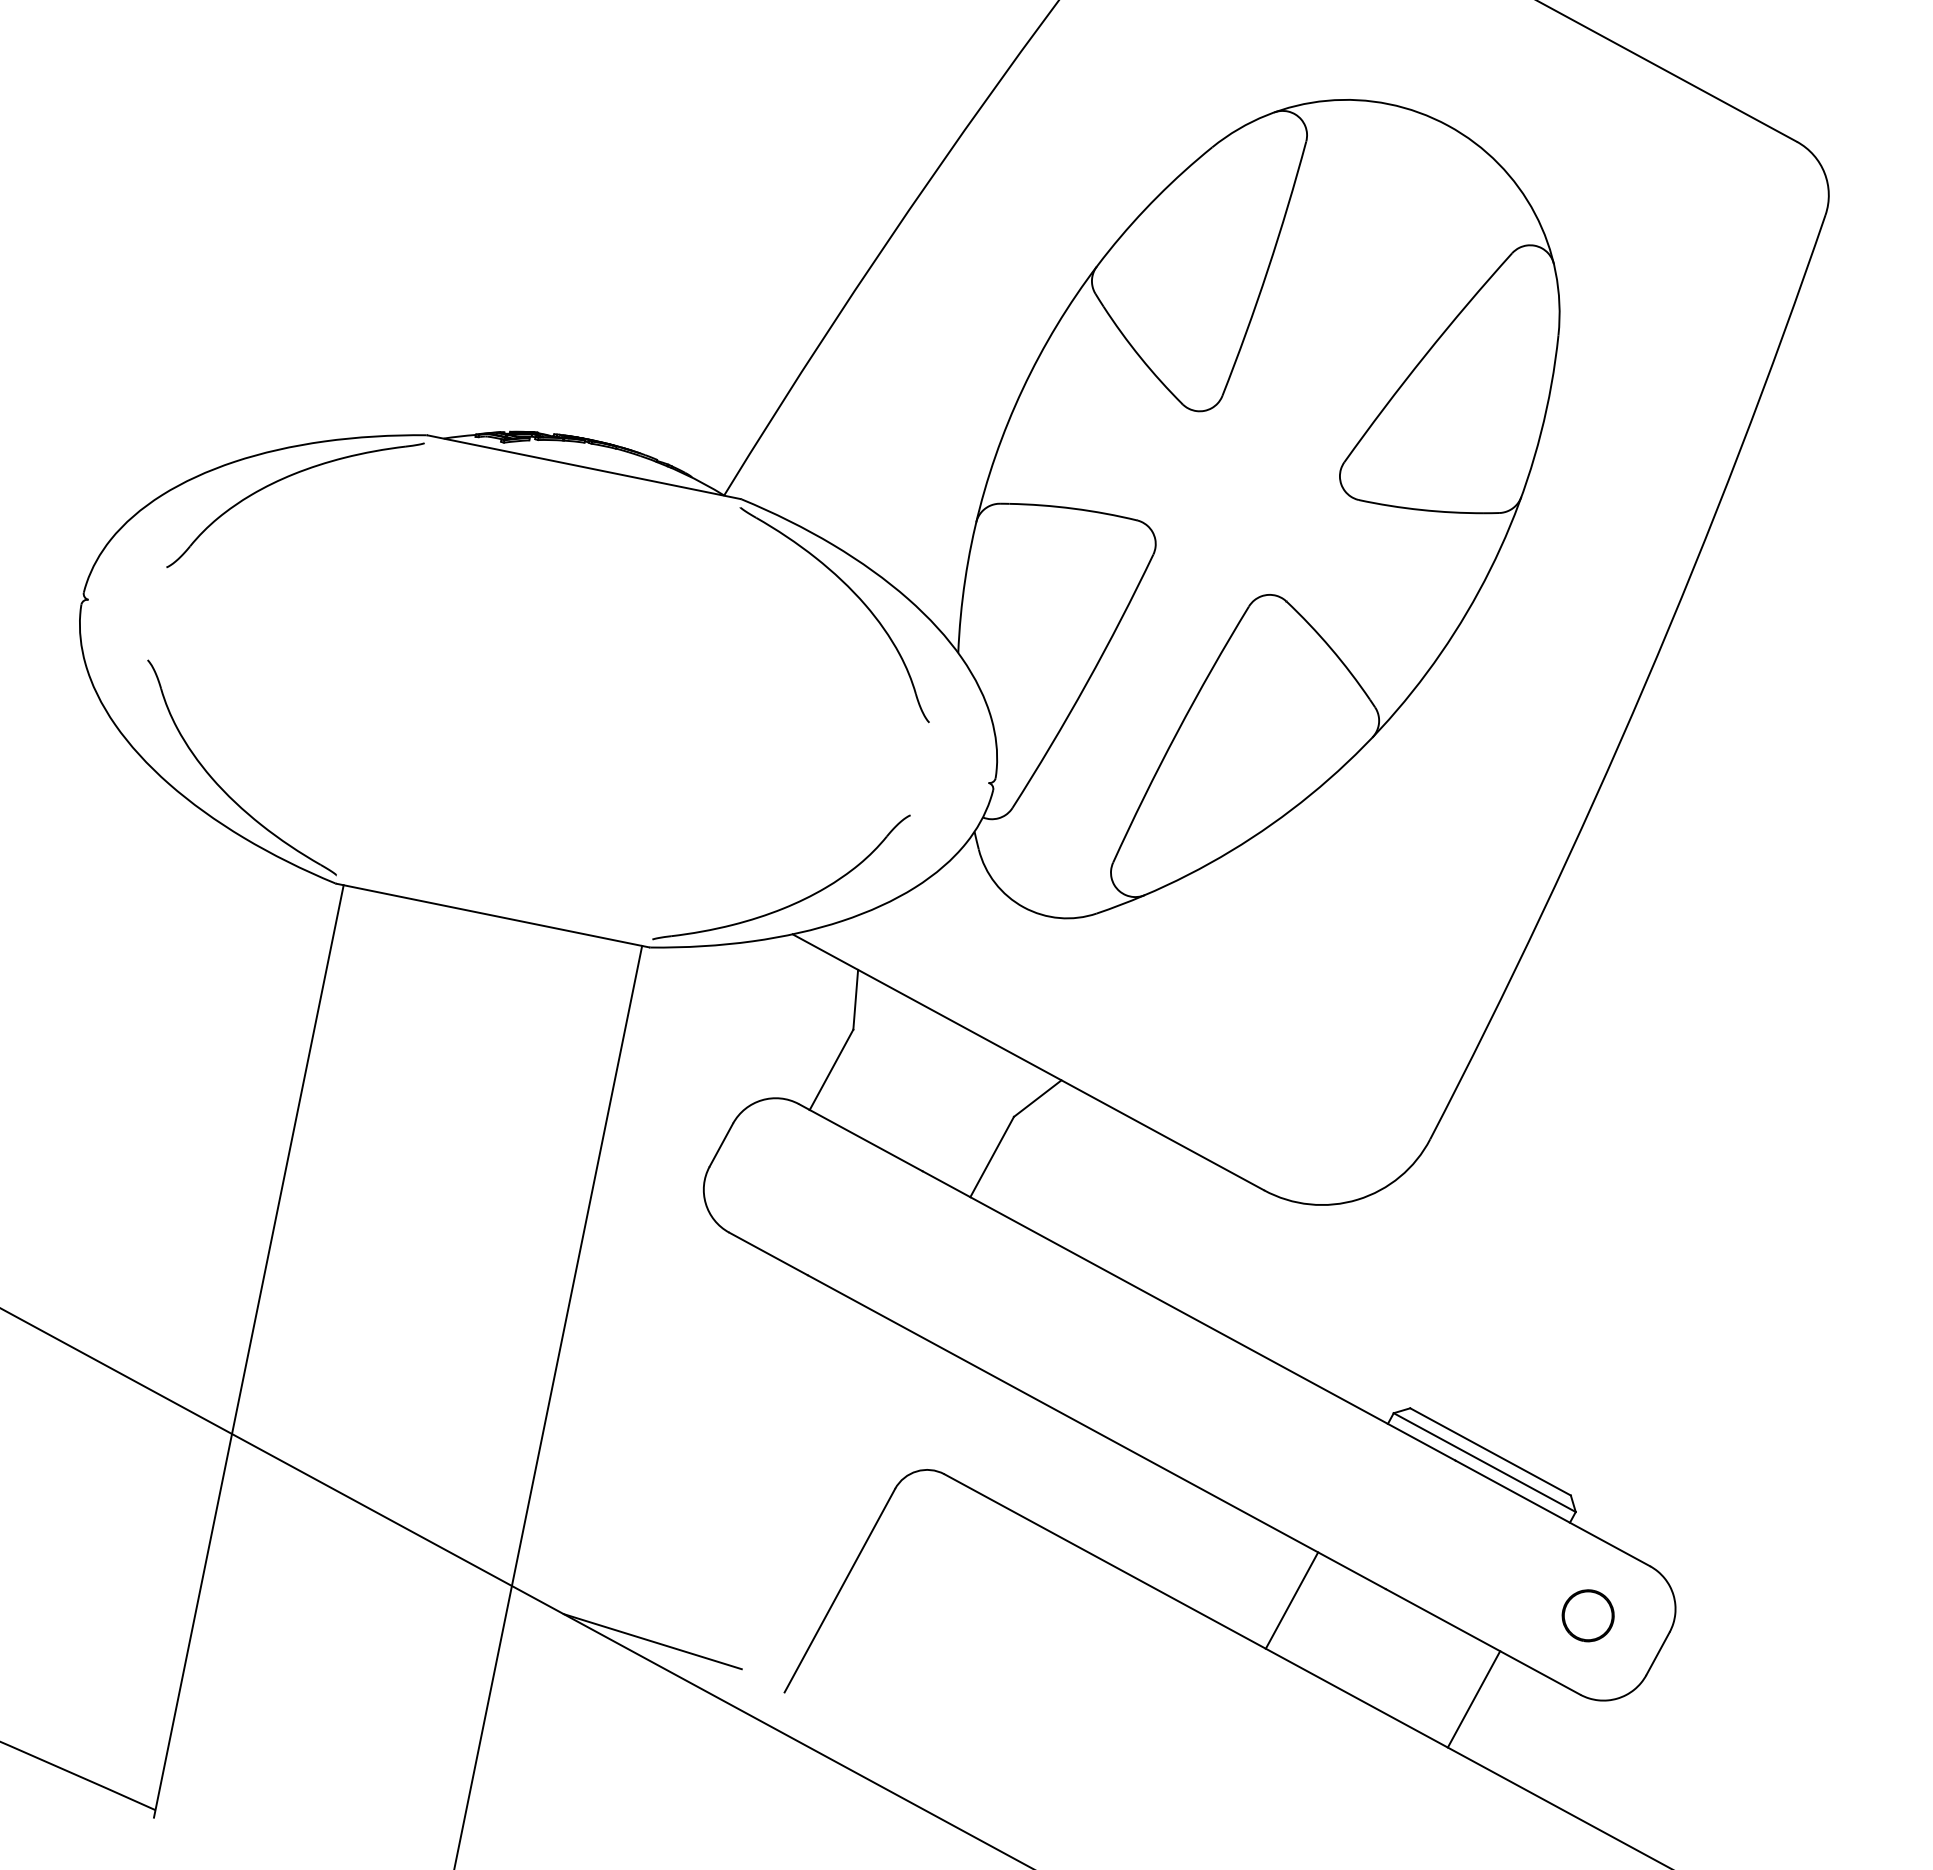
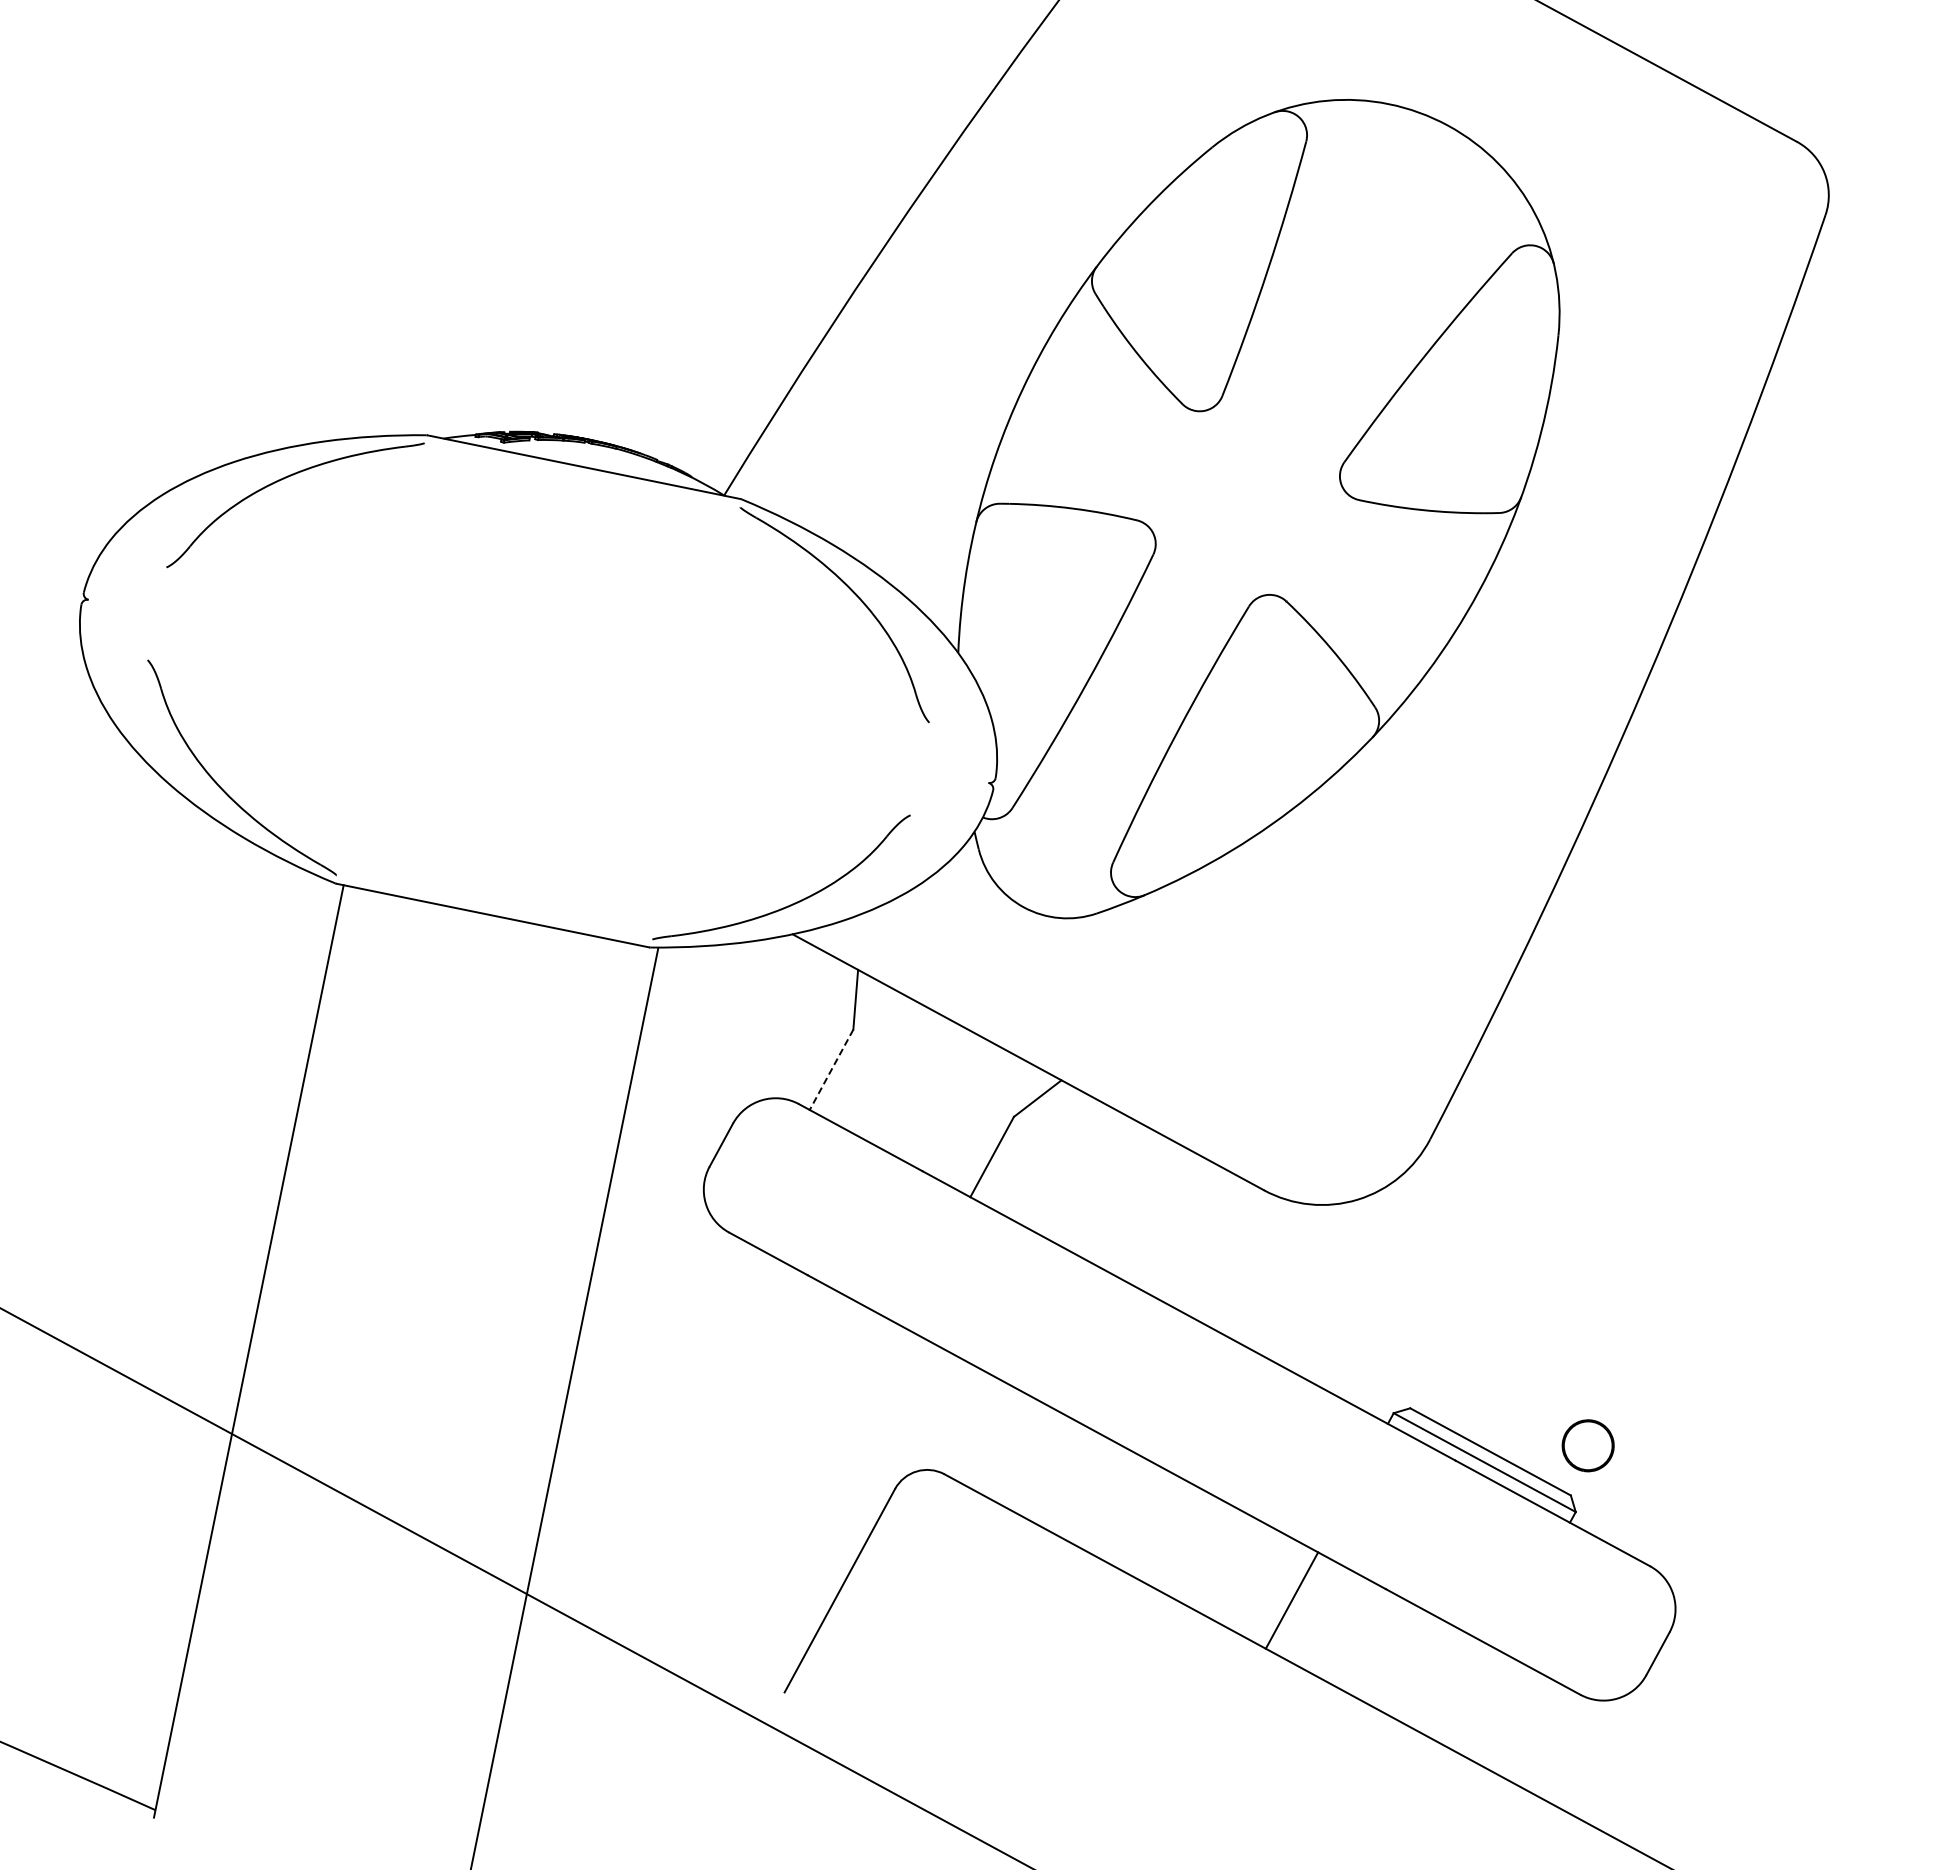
line at (831, 1069): solid -> dashed
line at (548, 1405) position: (548, 1405) -> (564, 1407)
part at (1587, 1615) position: (1587, 1615) -> (1587, 1445)
line at (652, 1641): present -> none
line at (1473, 1699): present -> none
